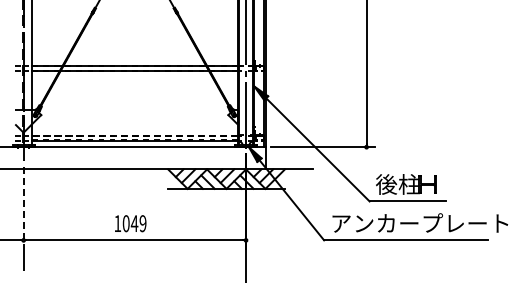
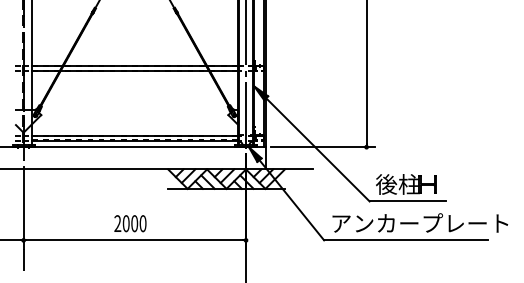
line at (134, 135): dashed -> solid
line at (23, 208): dashed -> solid
text at (130, 223): 1049 -> 2000
